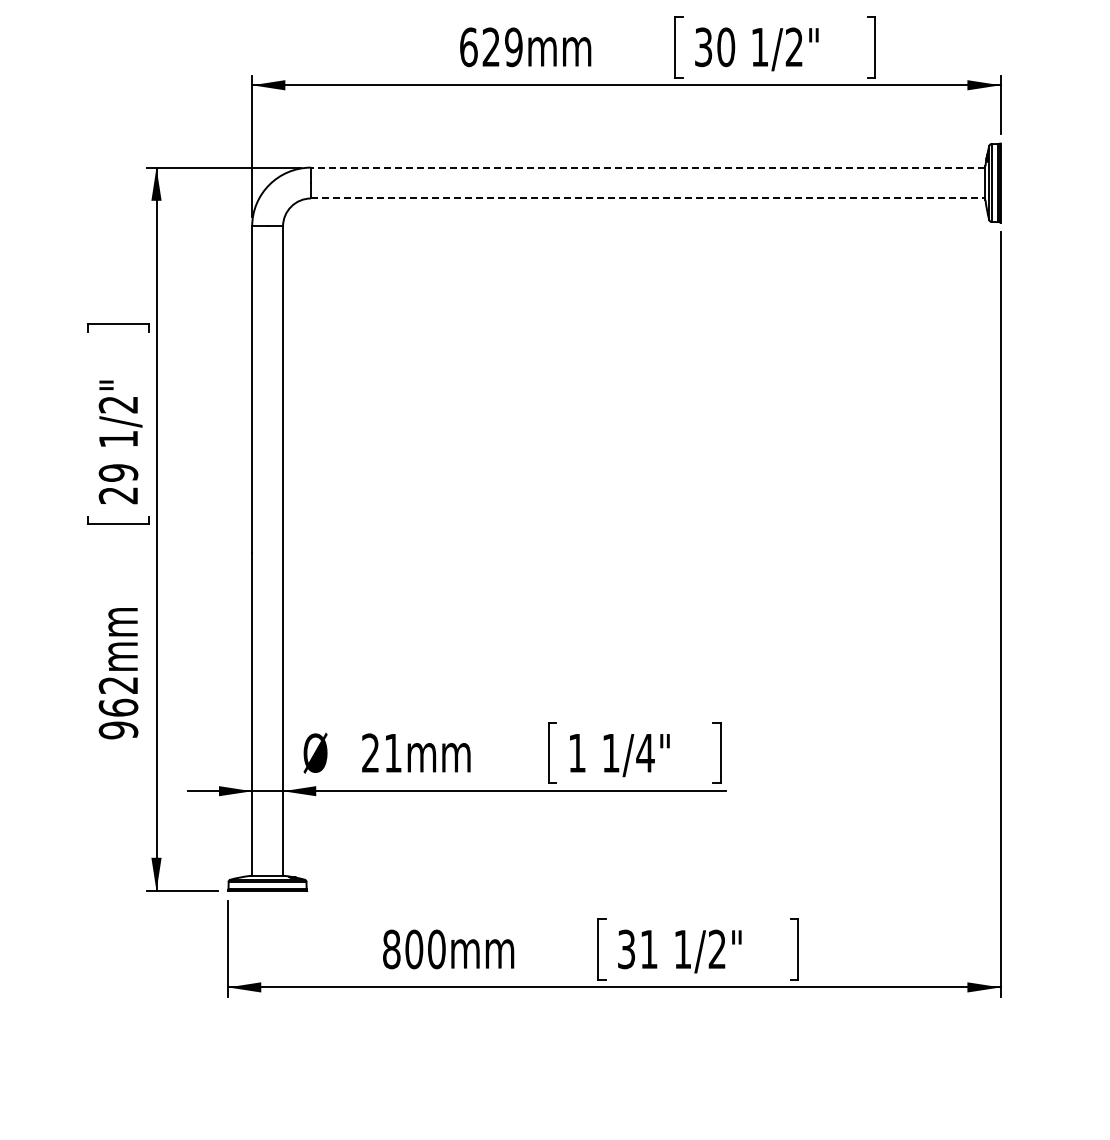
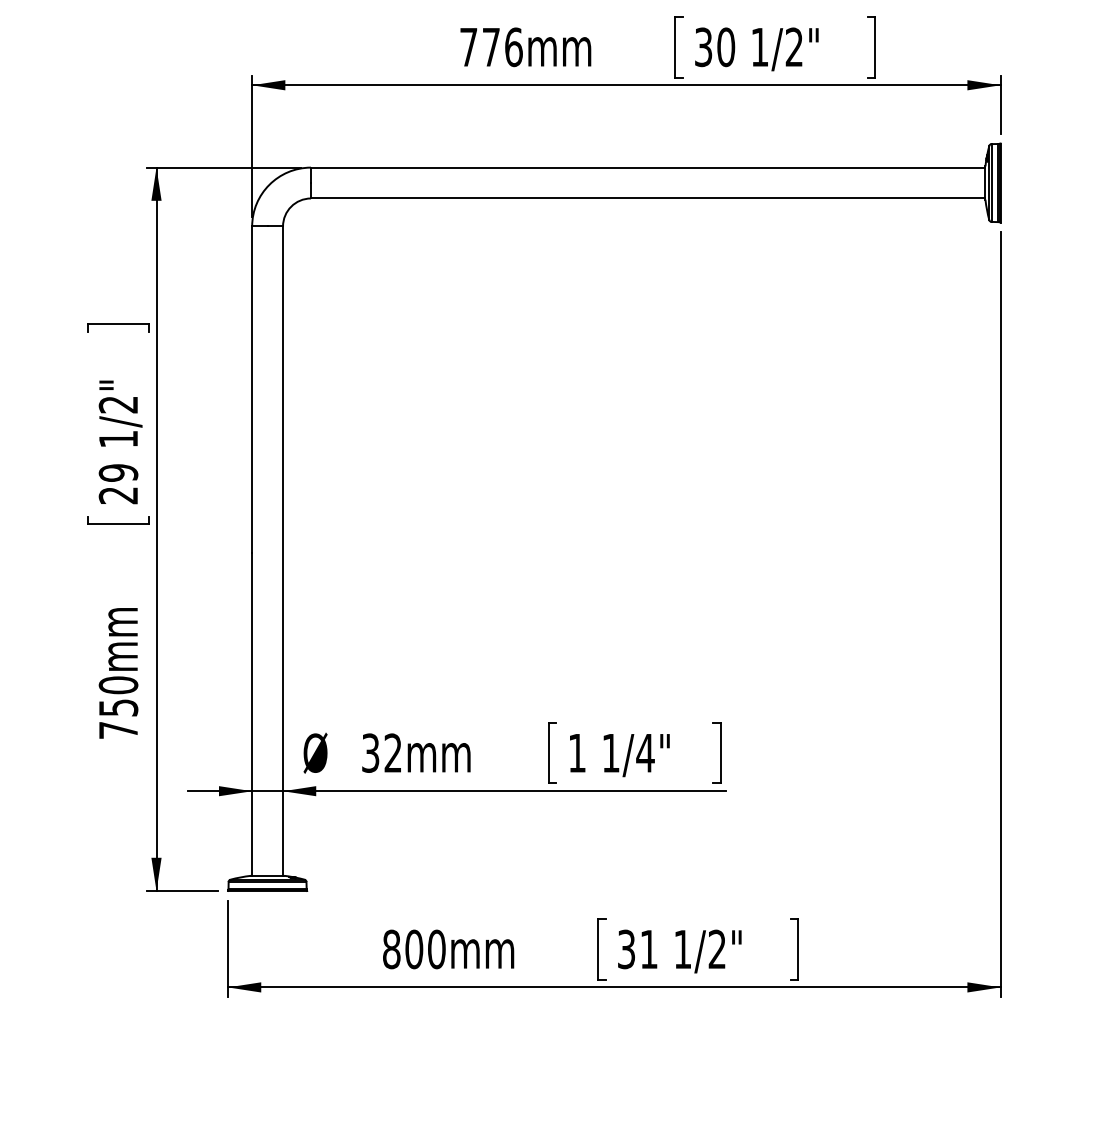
text at (491, 47): 629mm -> 776mm
line at (647, 167): dashed -> solid
line at (648, 198): dashed -> solid
text at (118, 707): 962mm -> 750mm
text at (381, 752): 21mm -> 32mm
